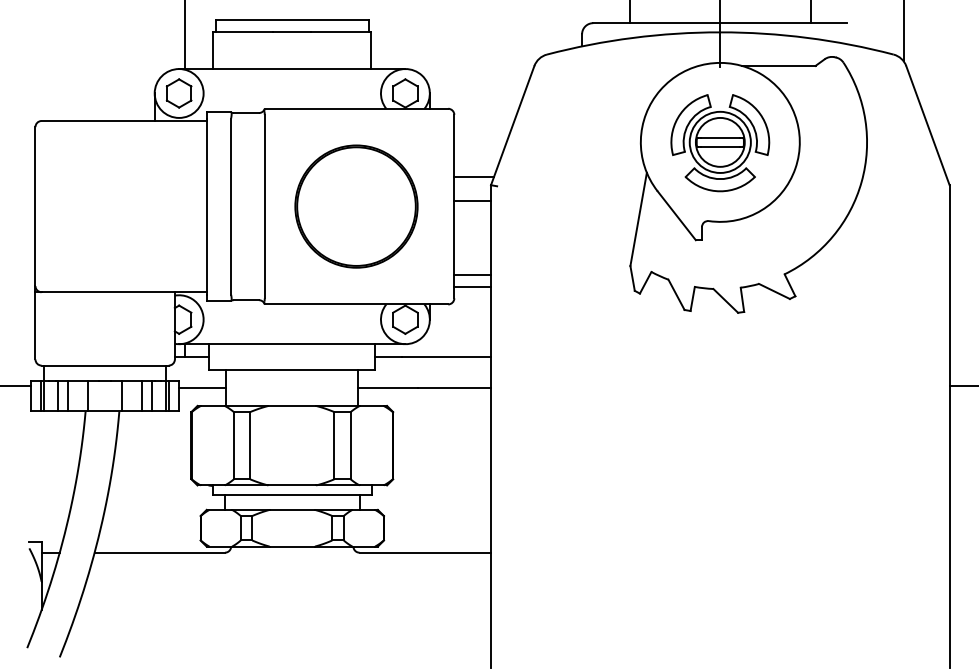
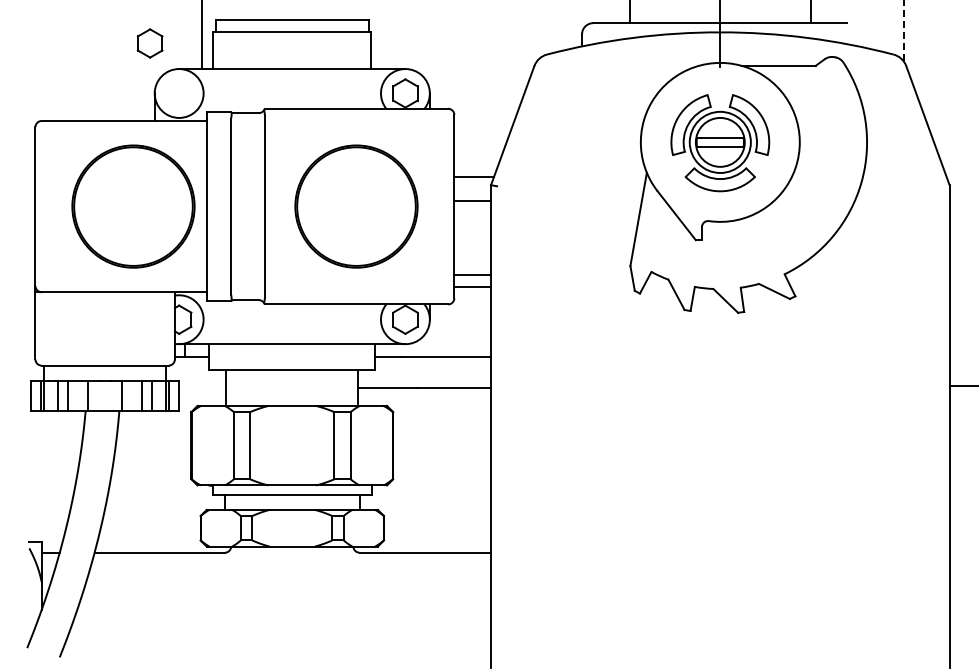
line at (903, 30): solid -> dashed
line at (185, 35) position: (185, 35) -> (202, 35)
part at (178, 93) position: (178, 93) -> (149, 43)
part at (133, 206): none -> present
line at (16, 386): present -> none
line at (202, 387): present -> none
